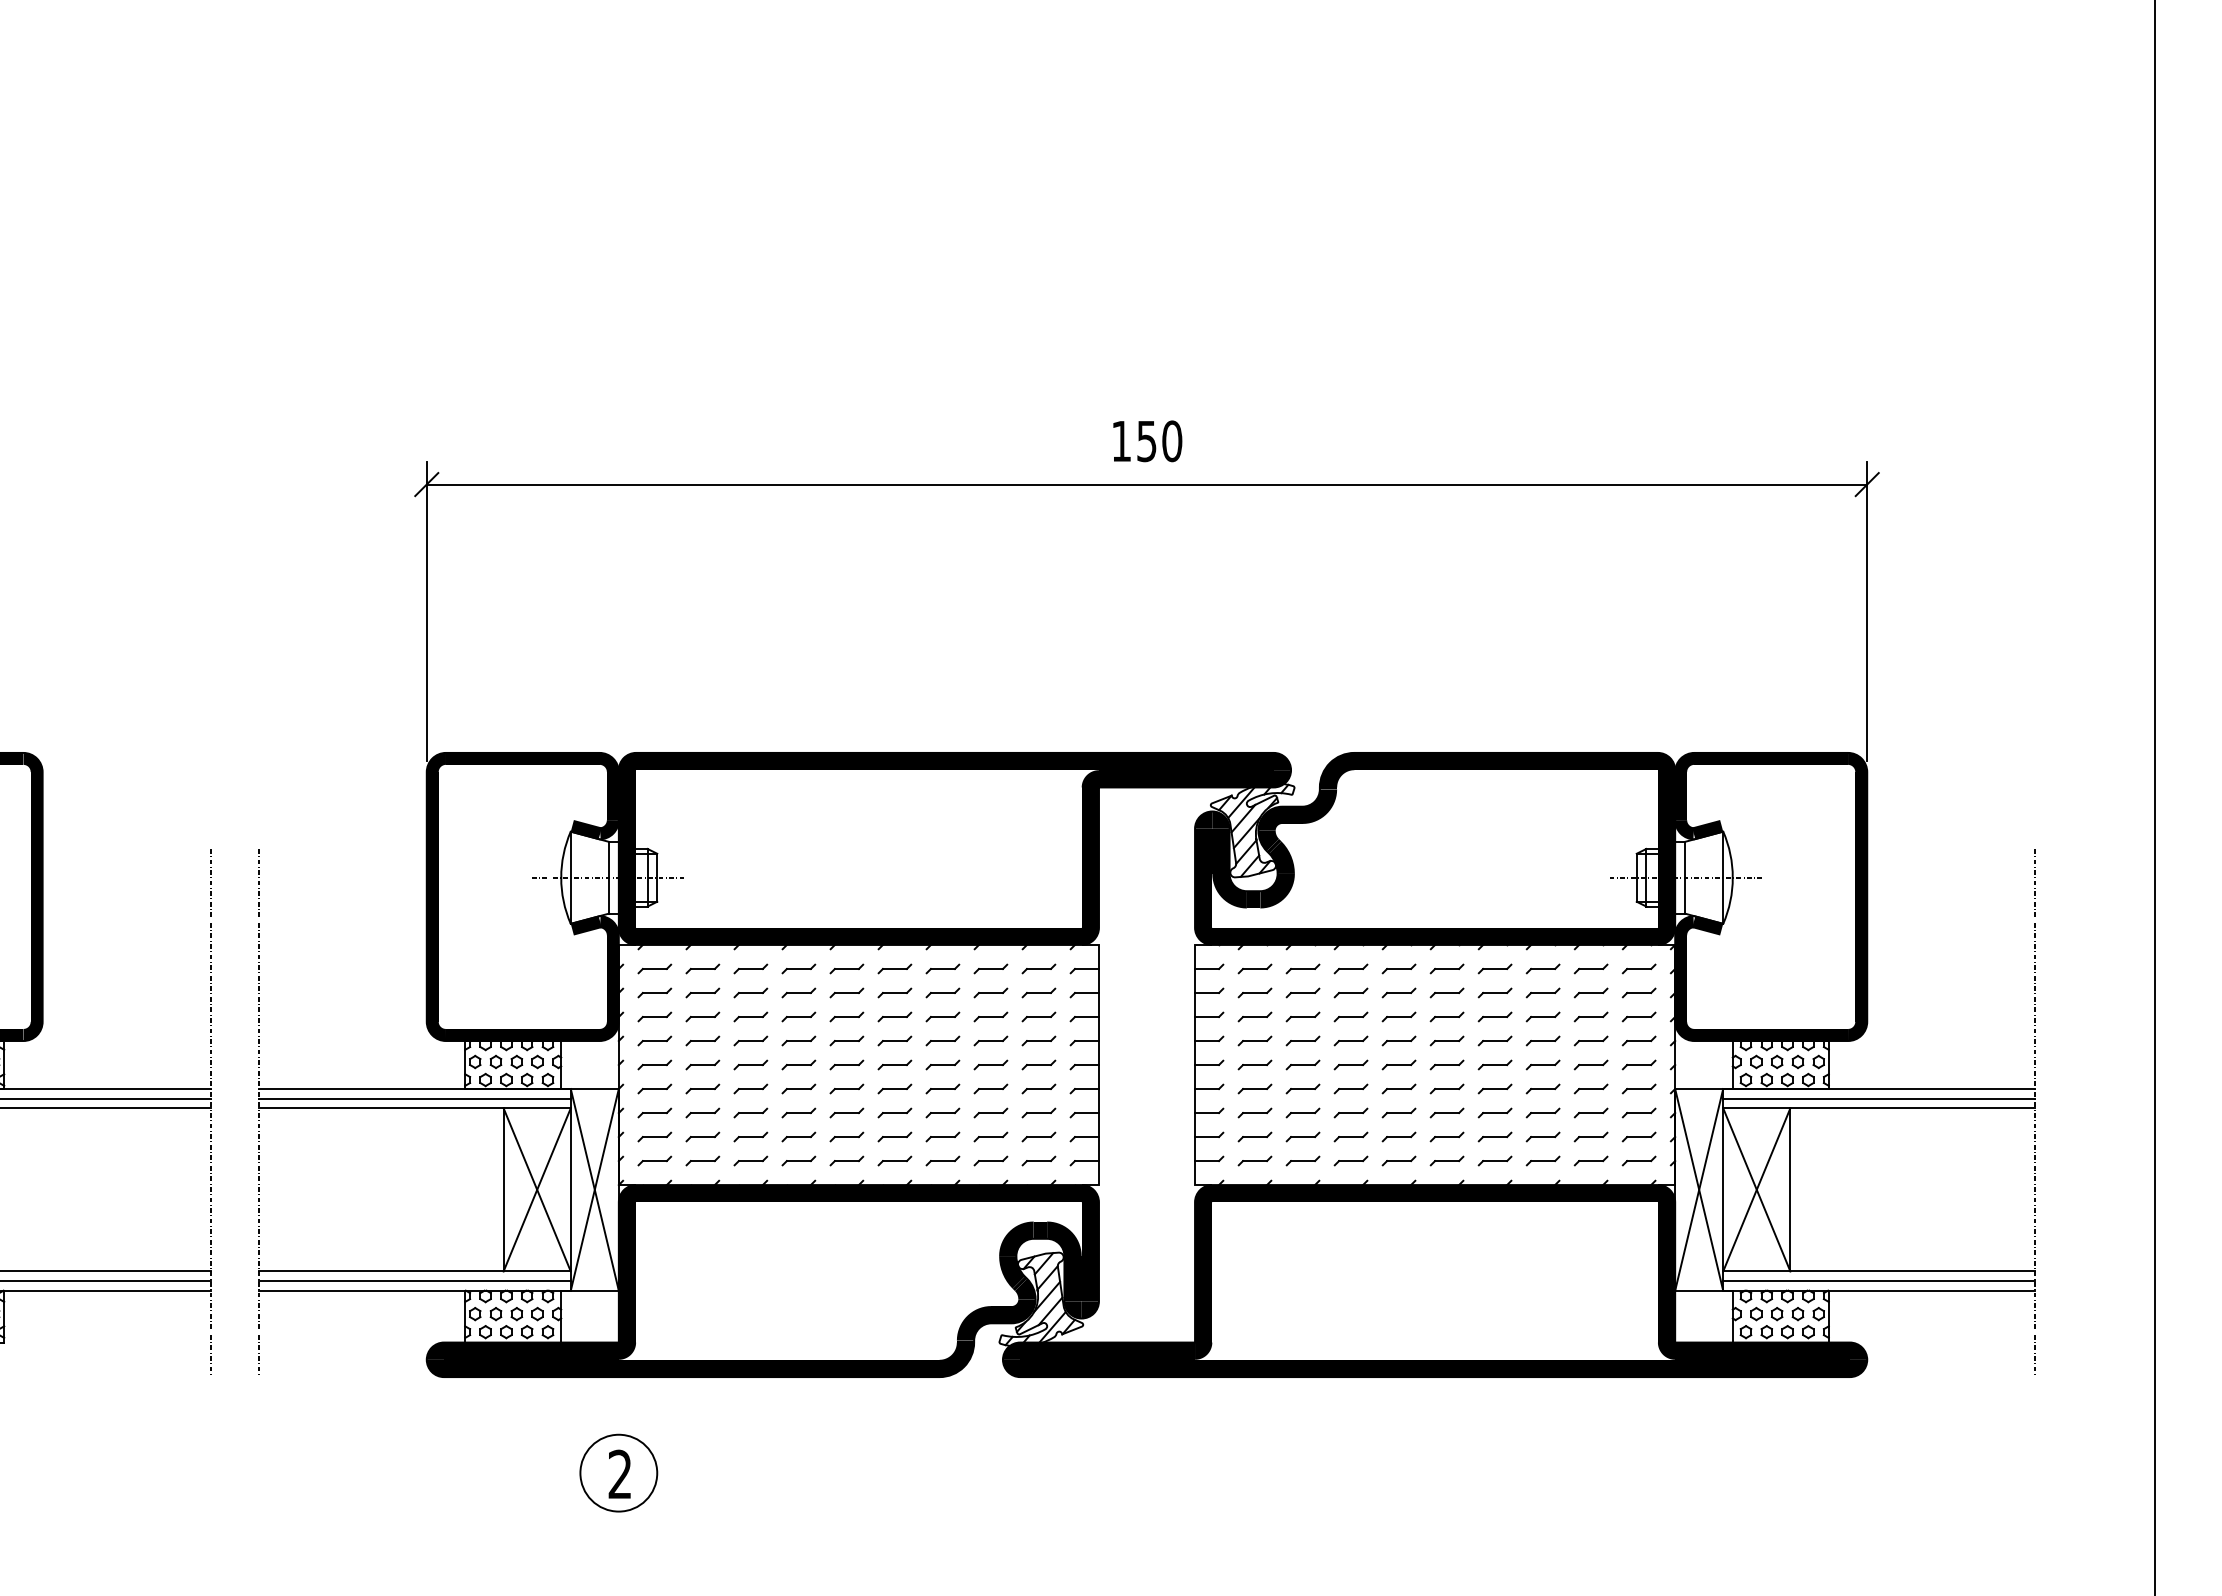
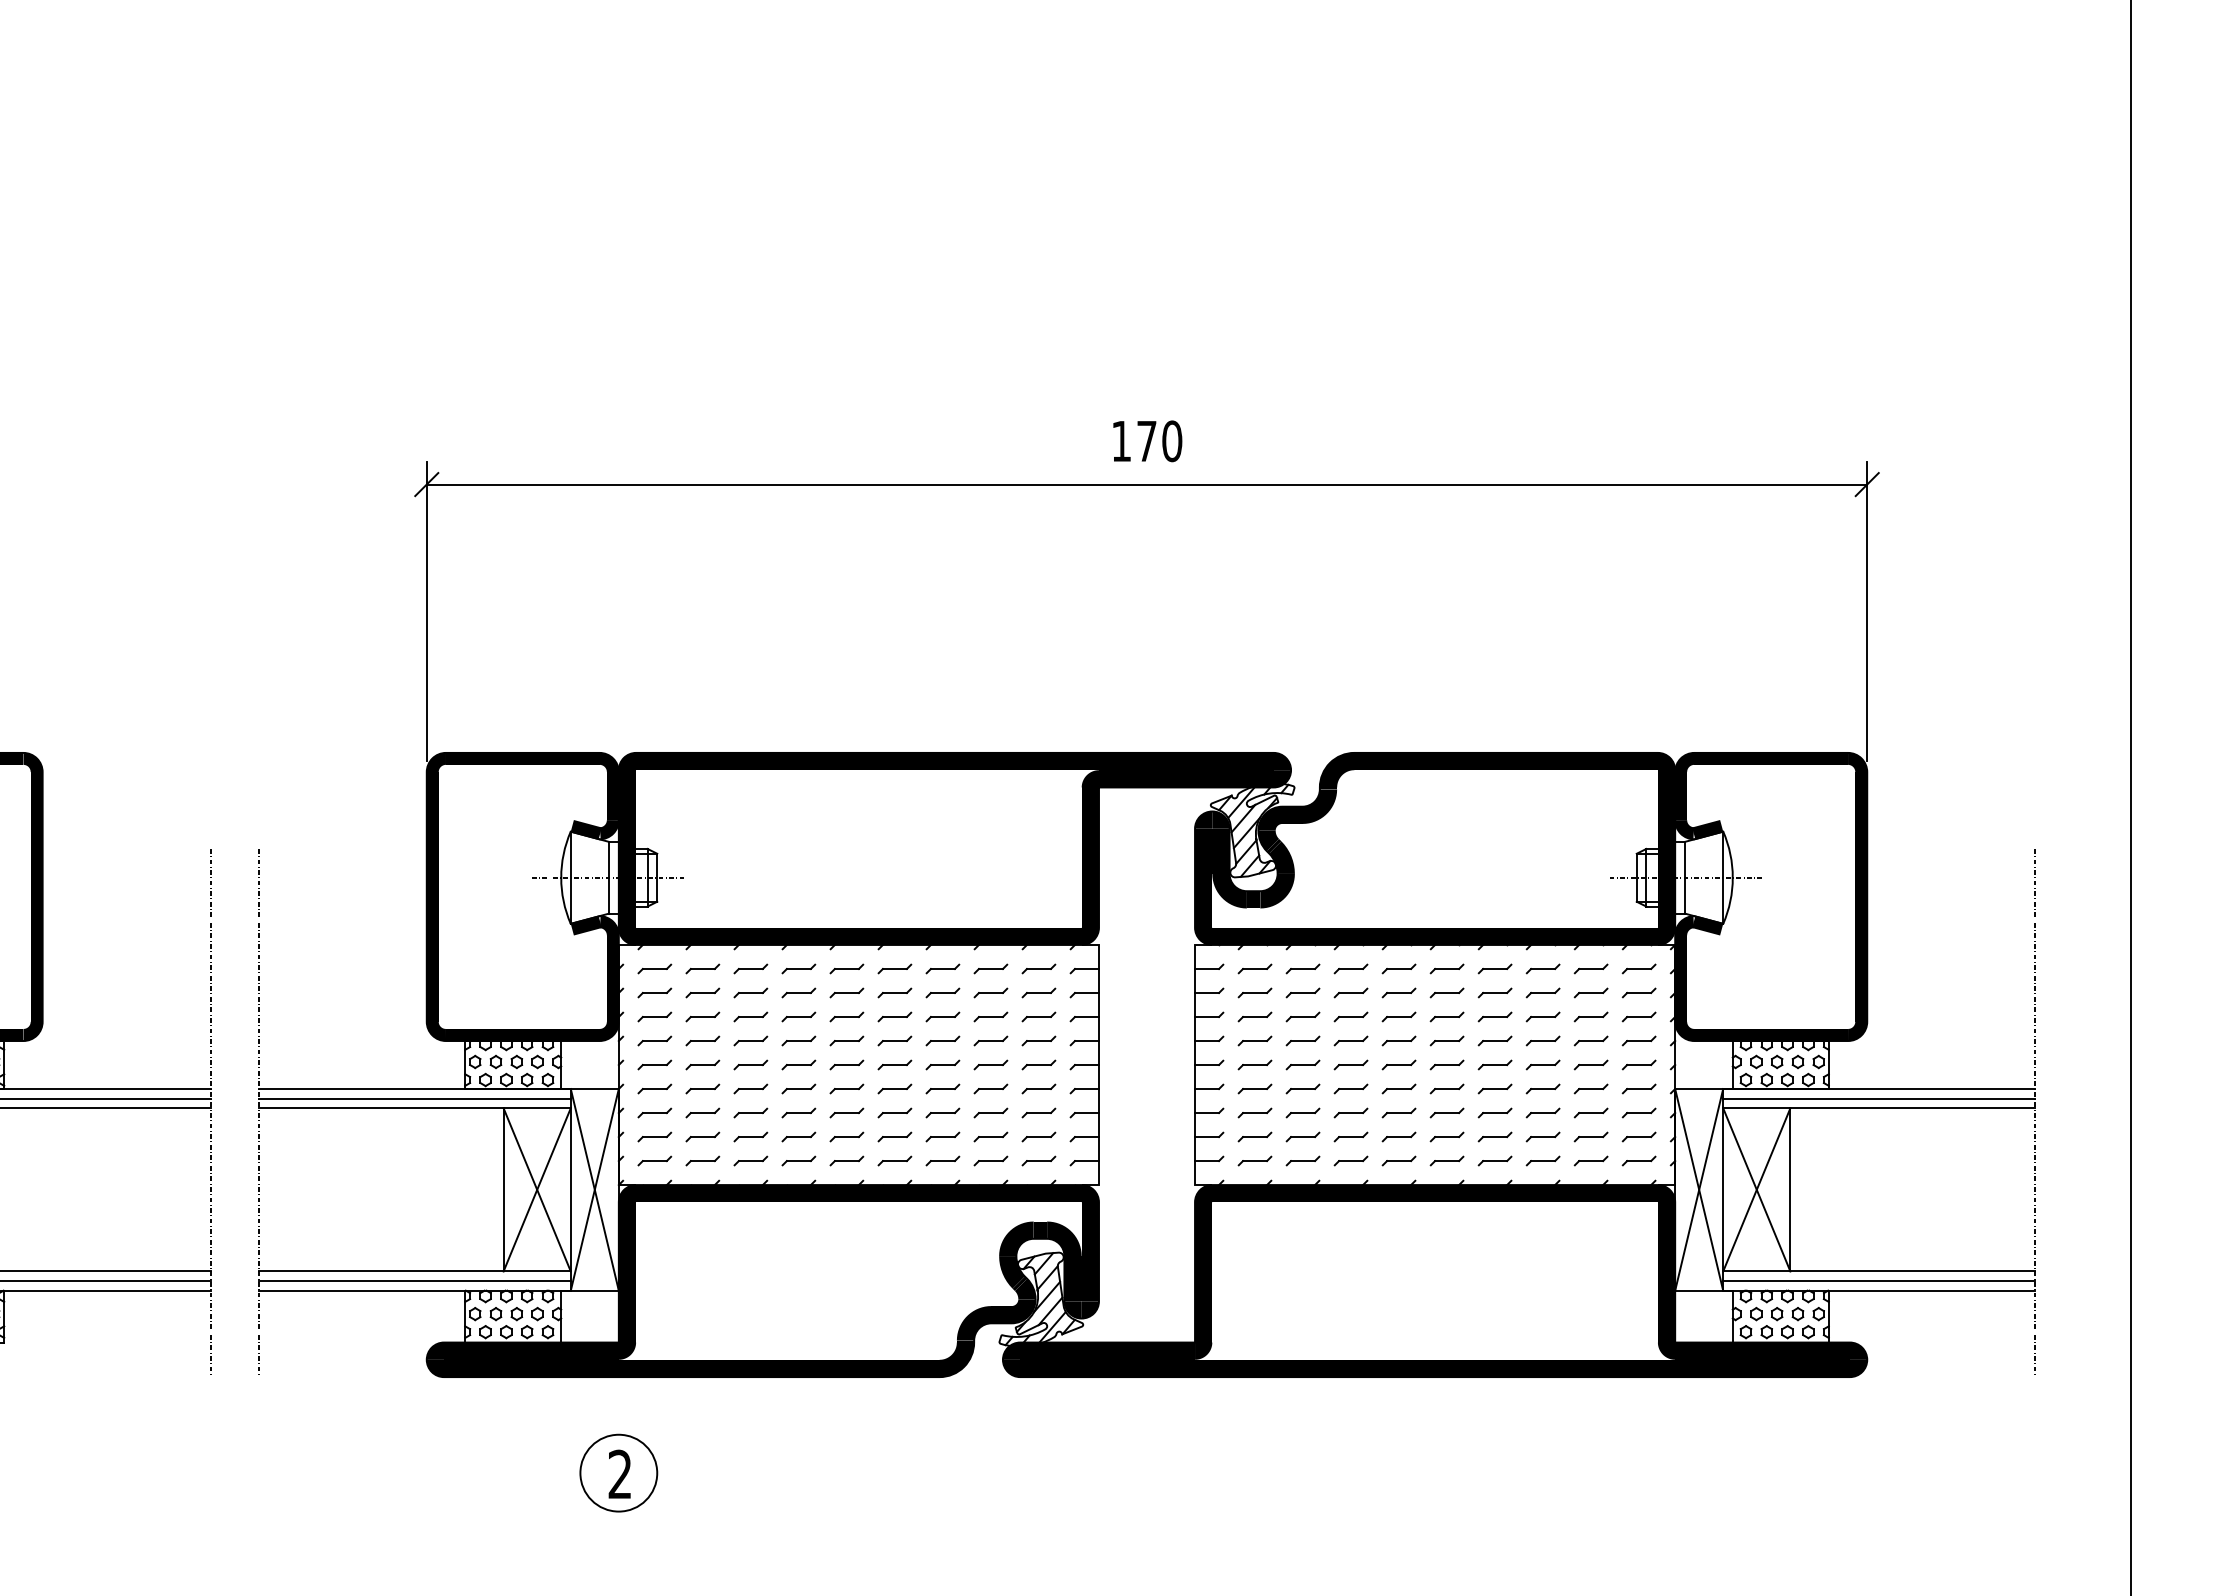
text at (1146, 441): 150 -> 170
line at (2155, 797) position: (2155, 797) -> (2131, 797)
